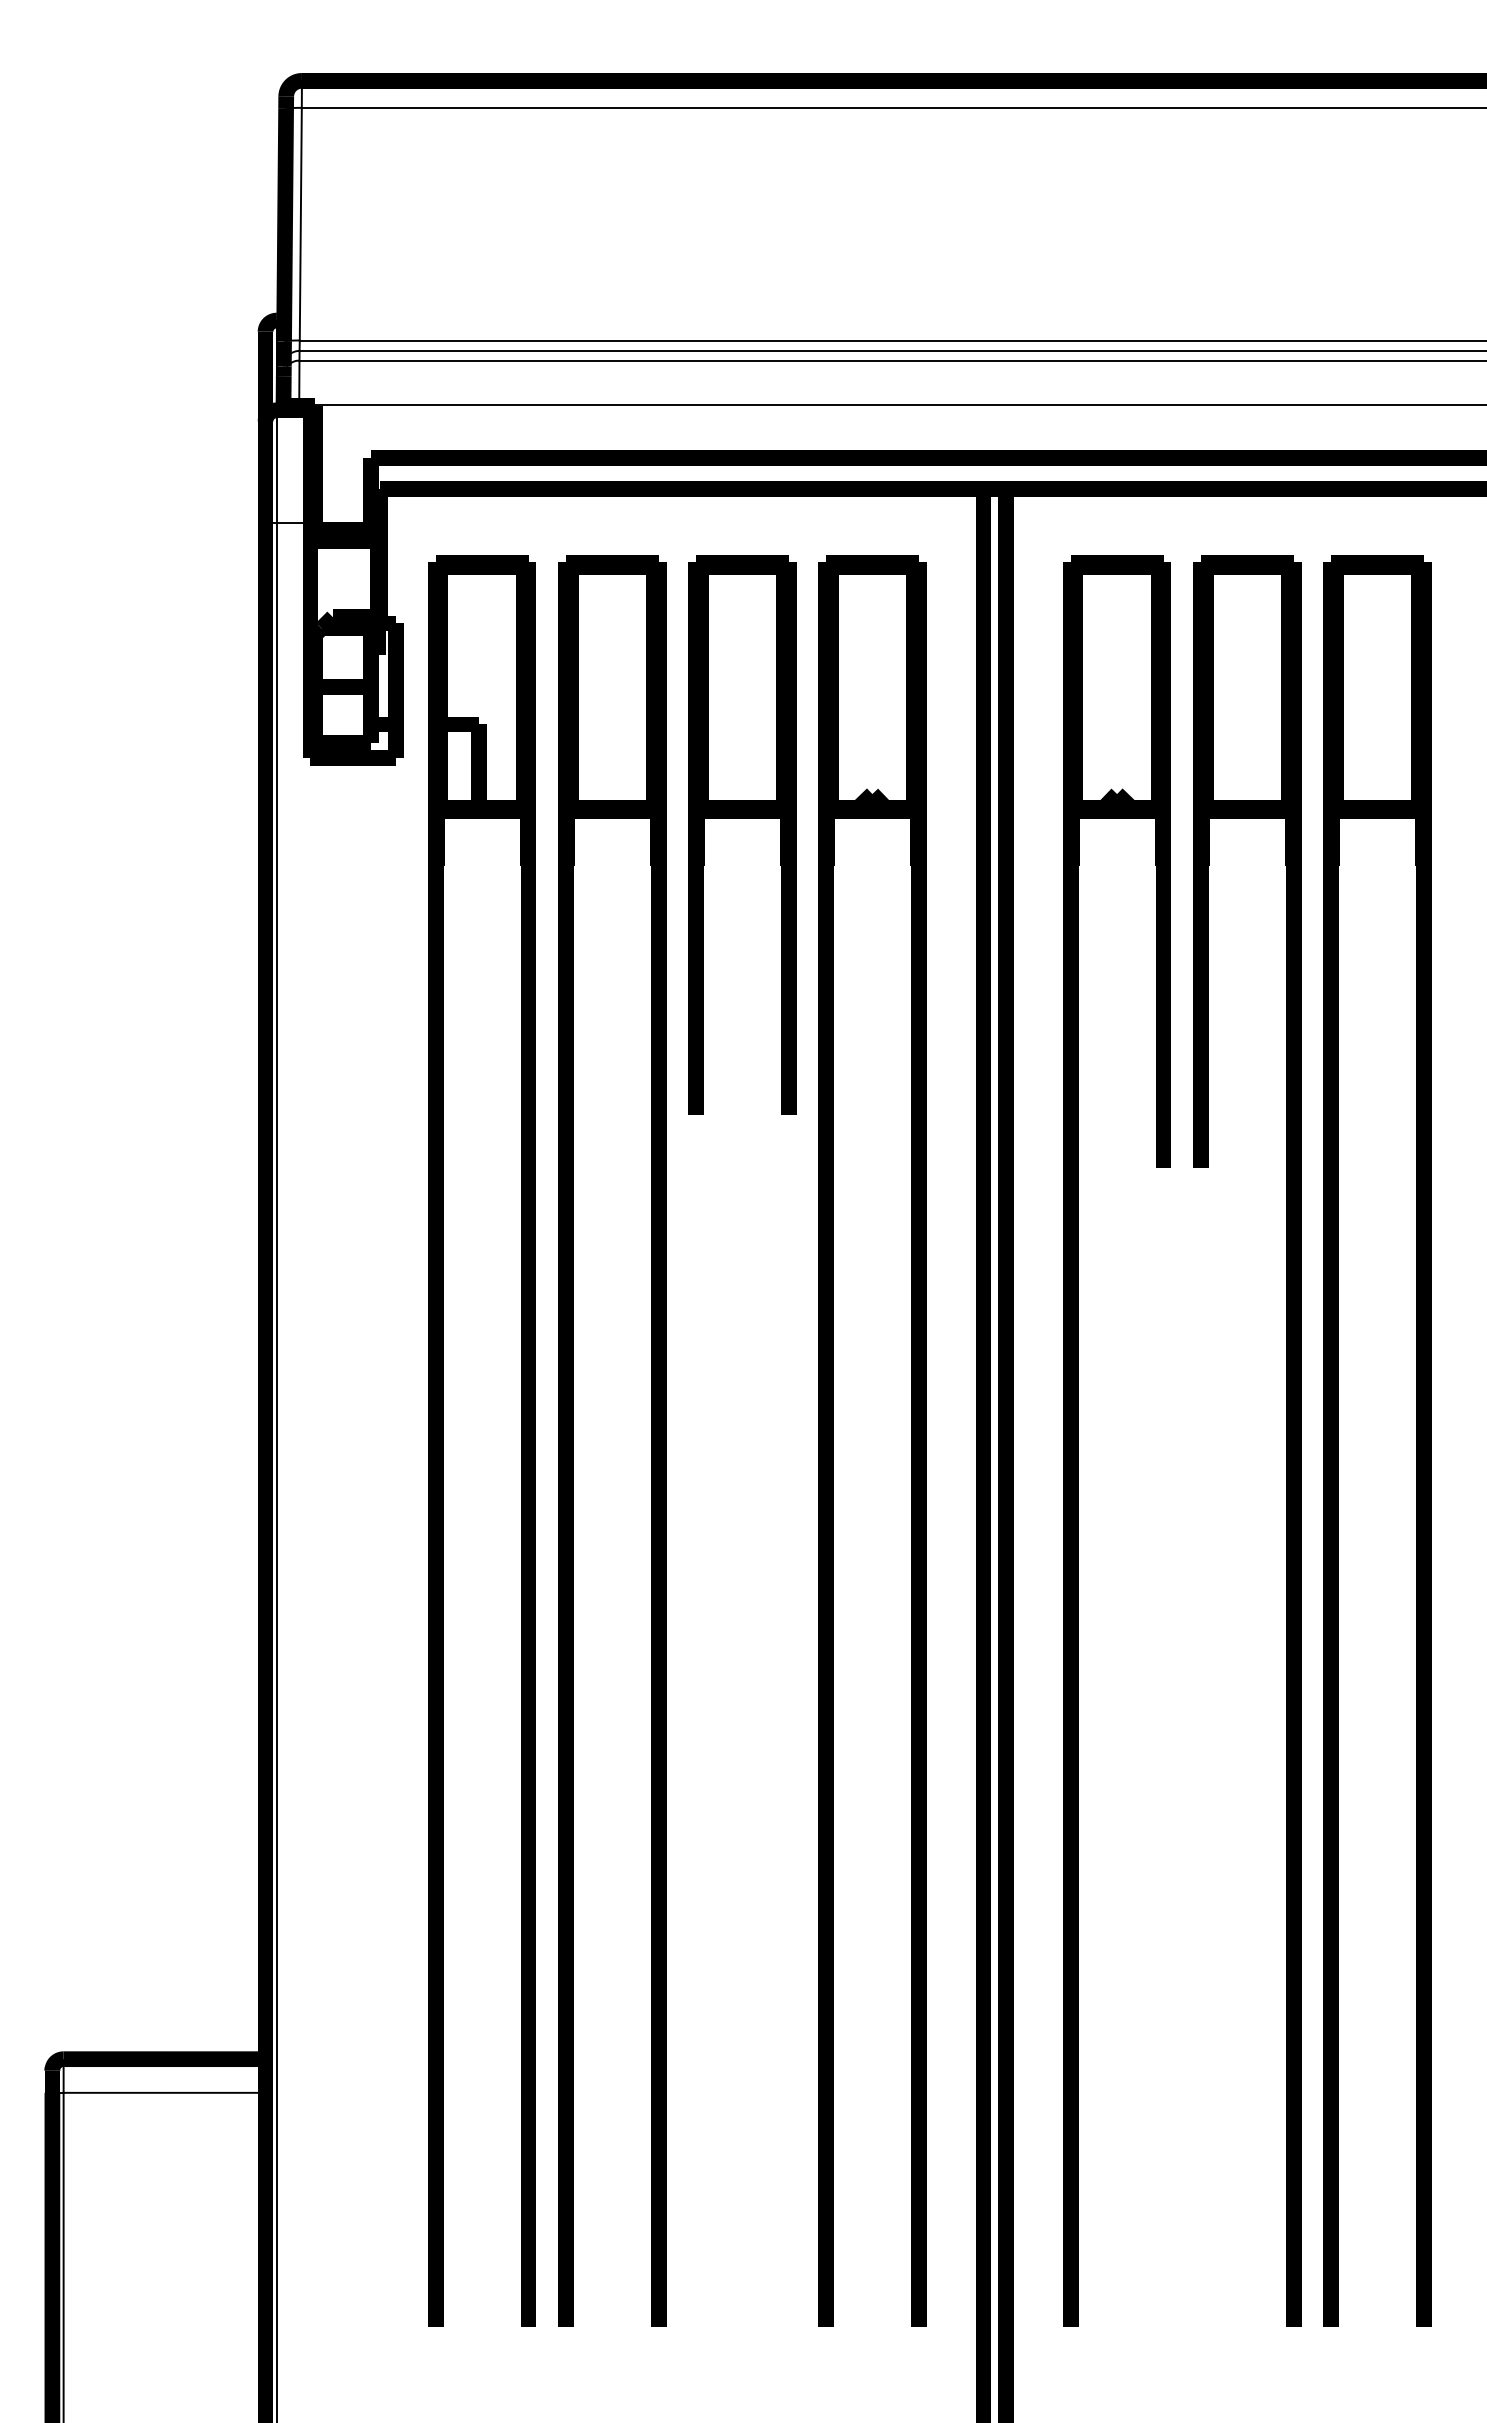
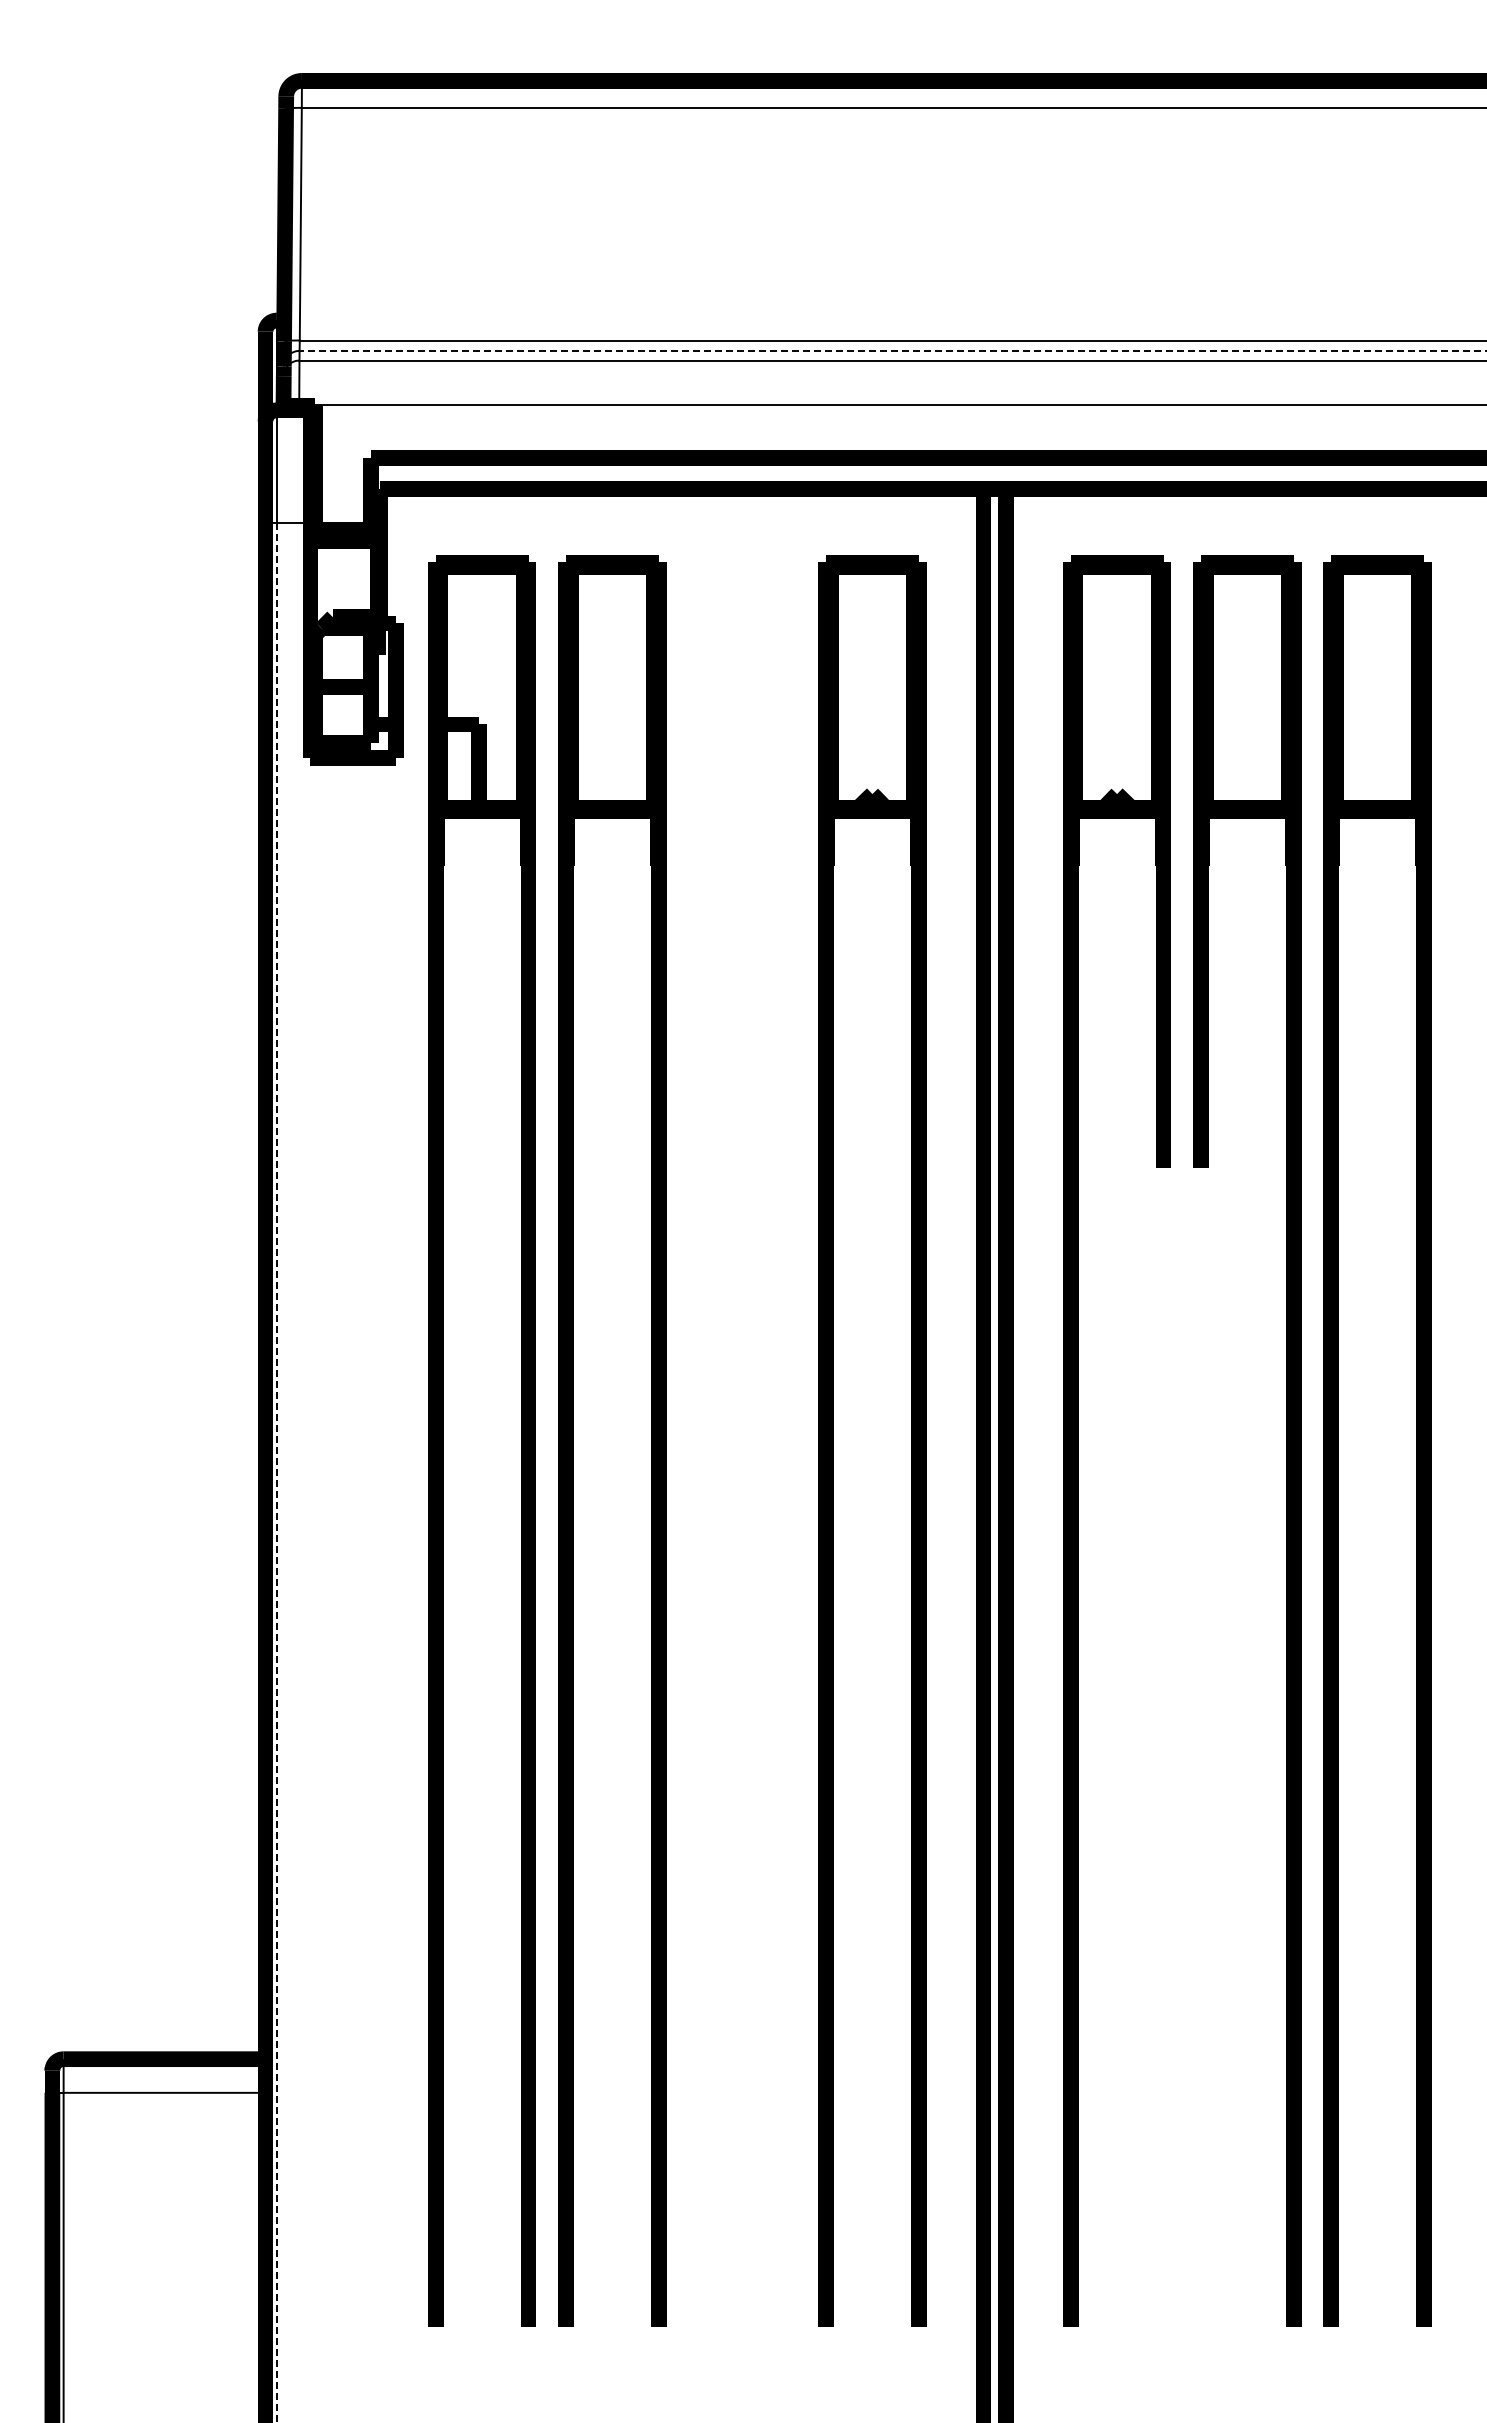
line at (892, 350): solid -> dashed
part at (742, 818): present -> none
line at (276, 1472): solid -> dashed
